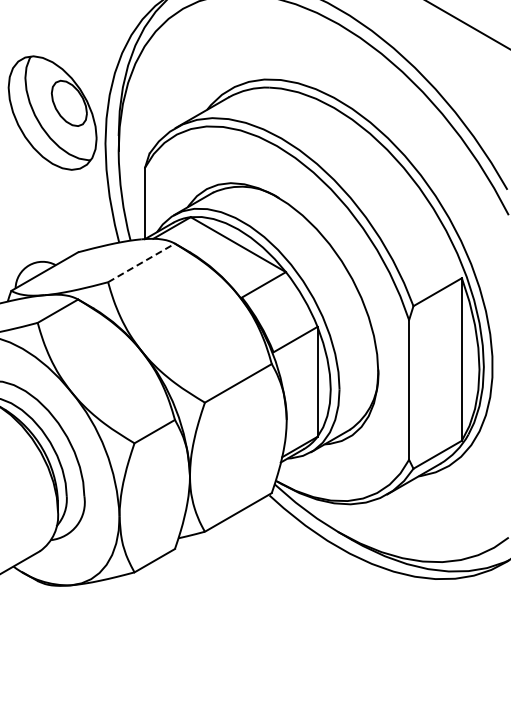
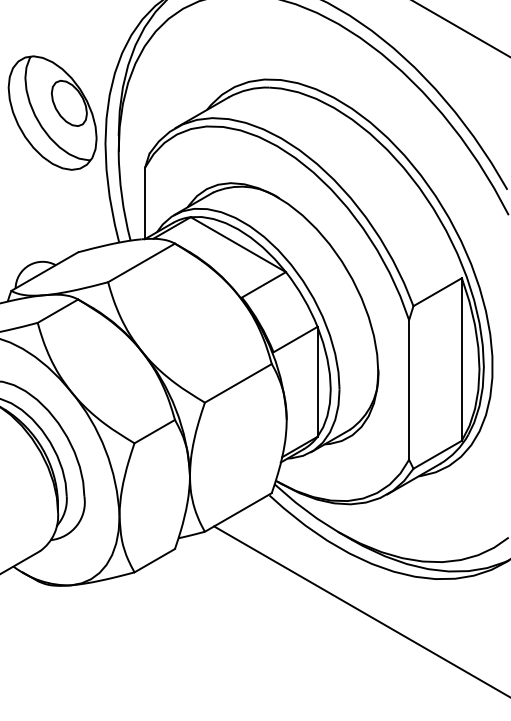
line at (467, 24) position: (467, 24) -> (460, 28)
line at (141, 262): dashed -> solid
line at (360, 610): none -> present
